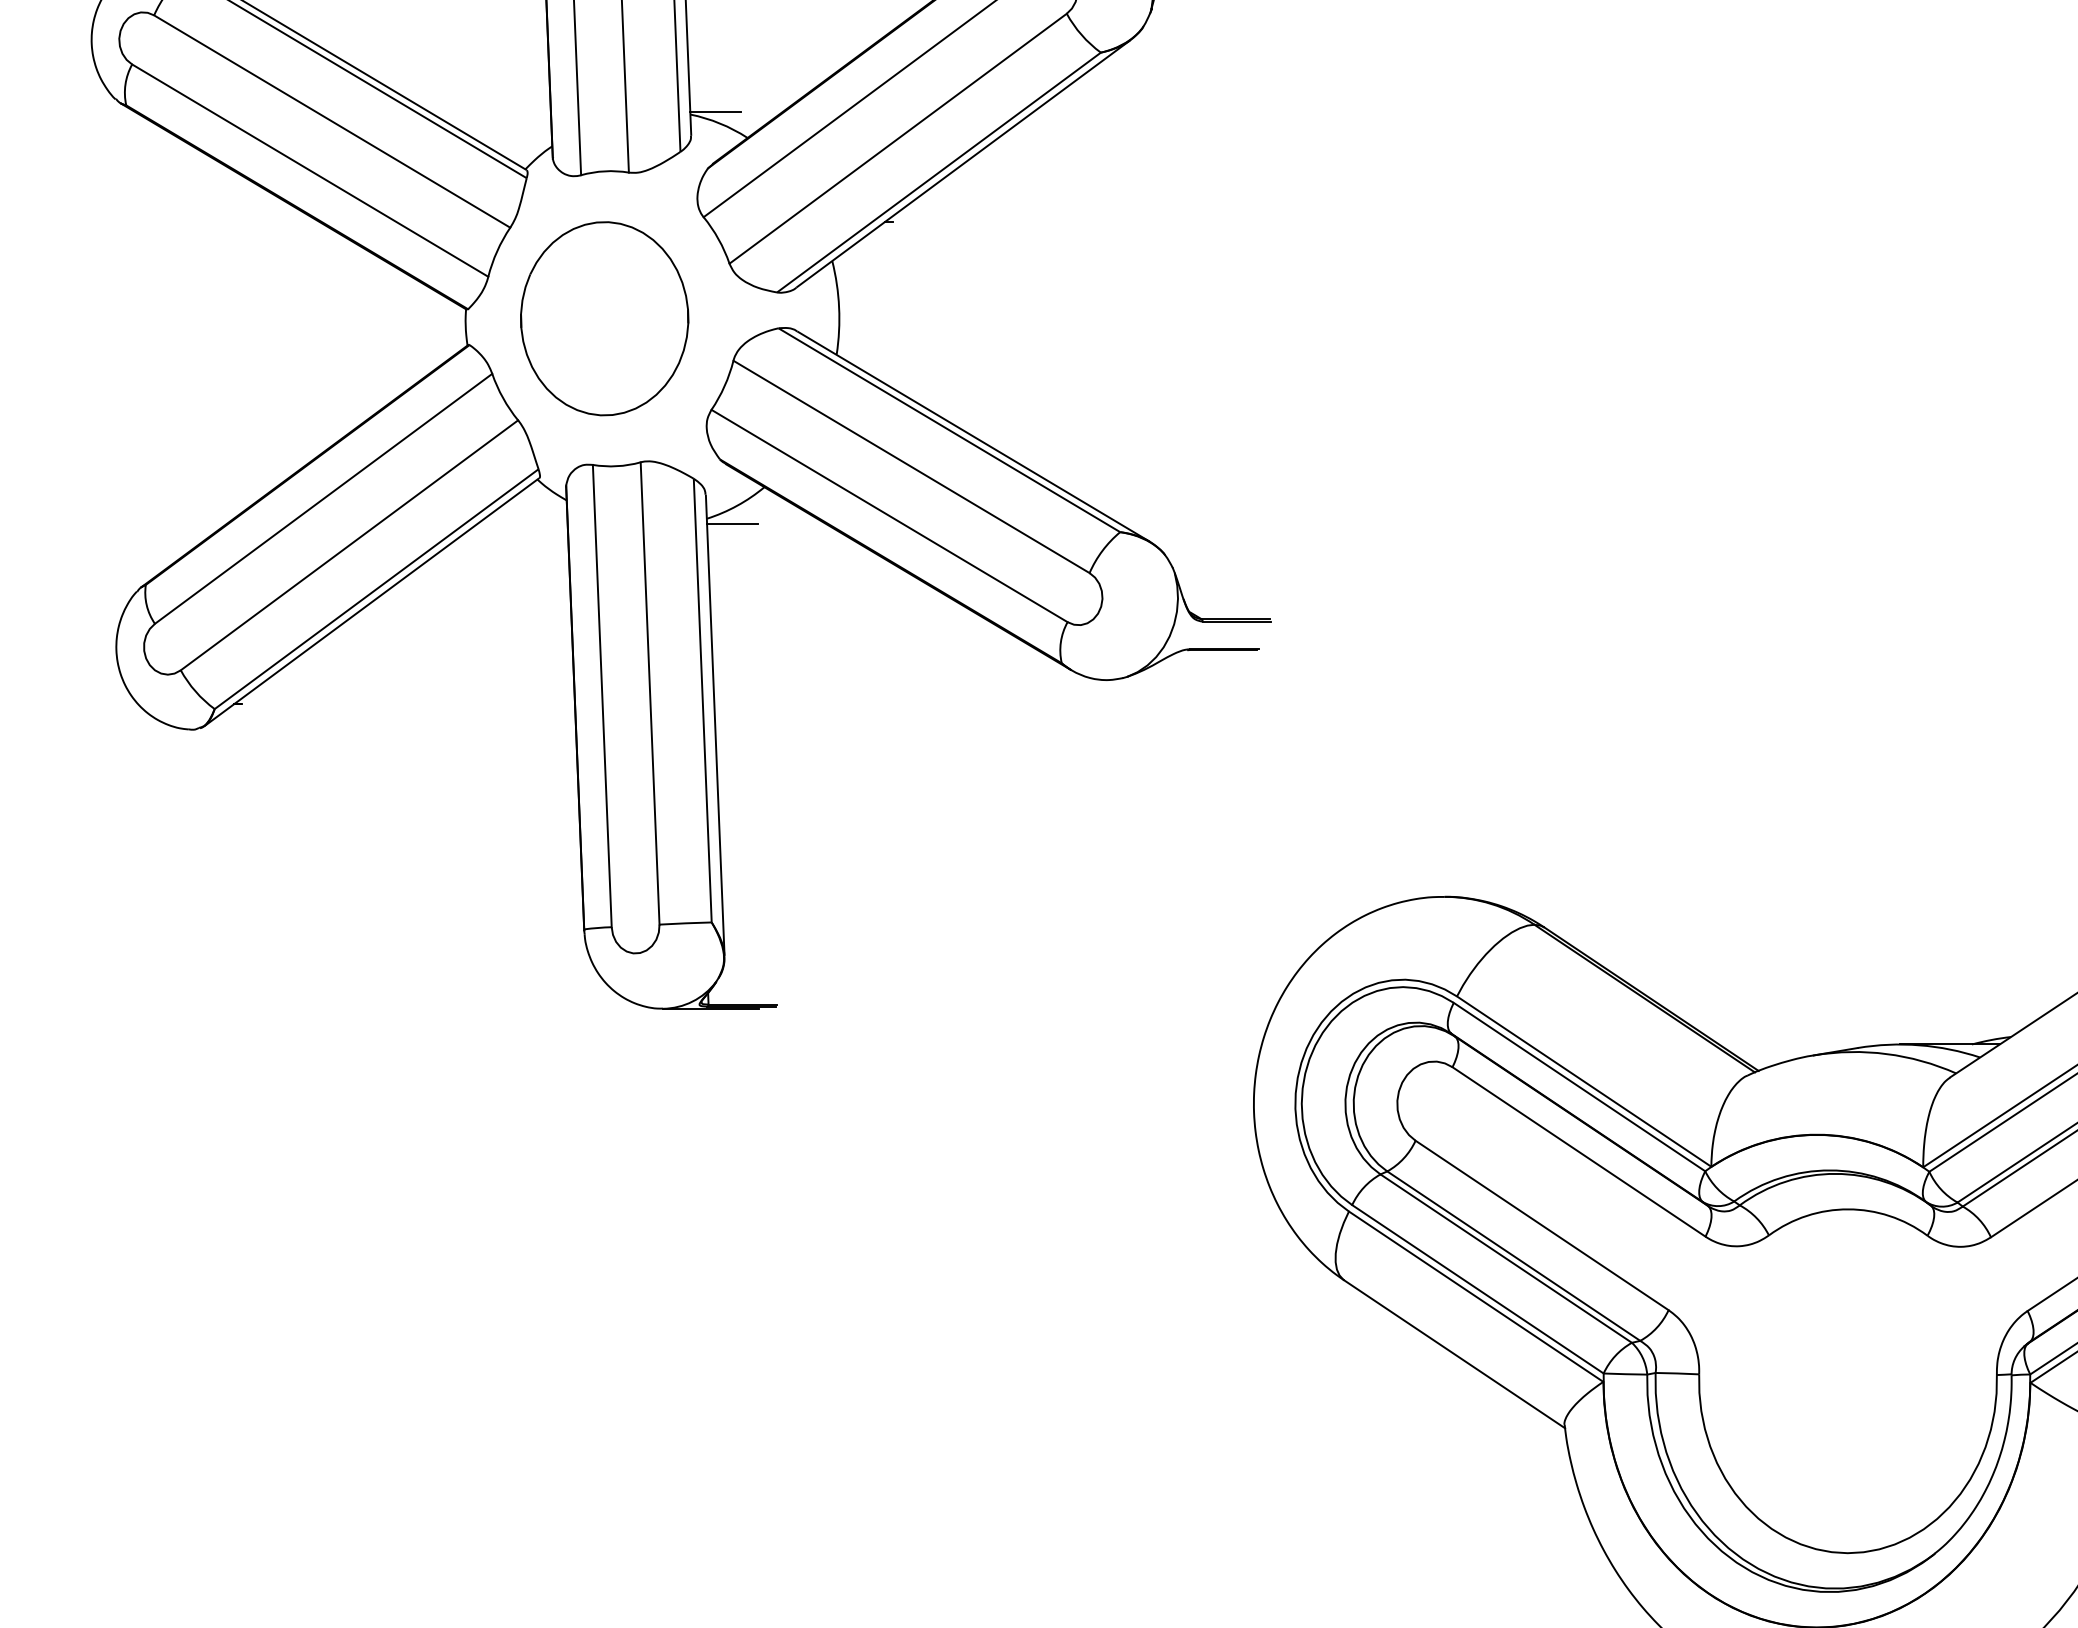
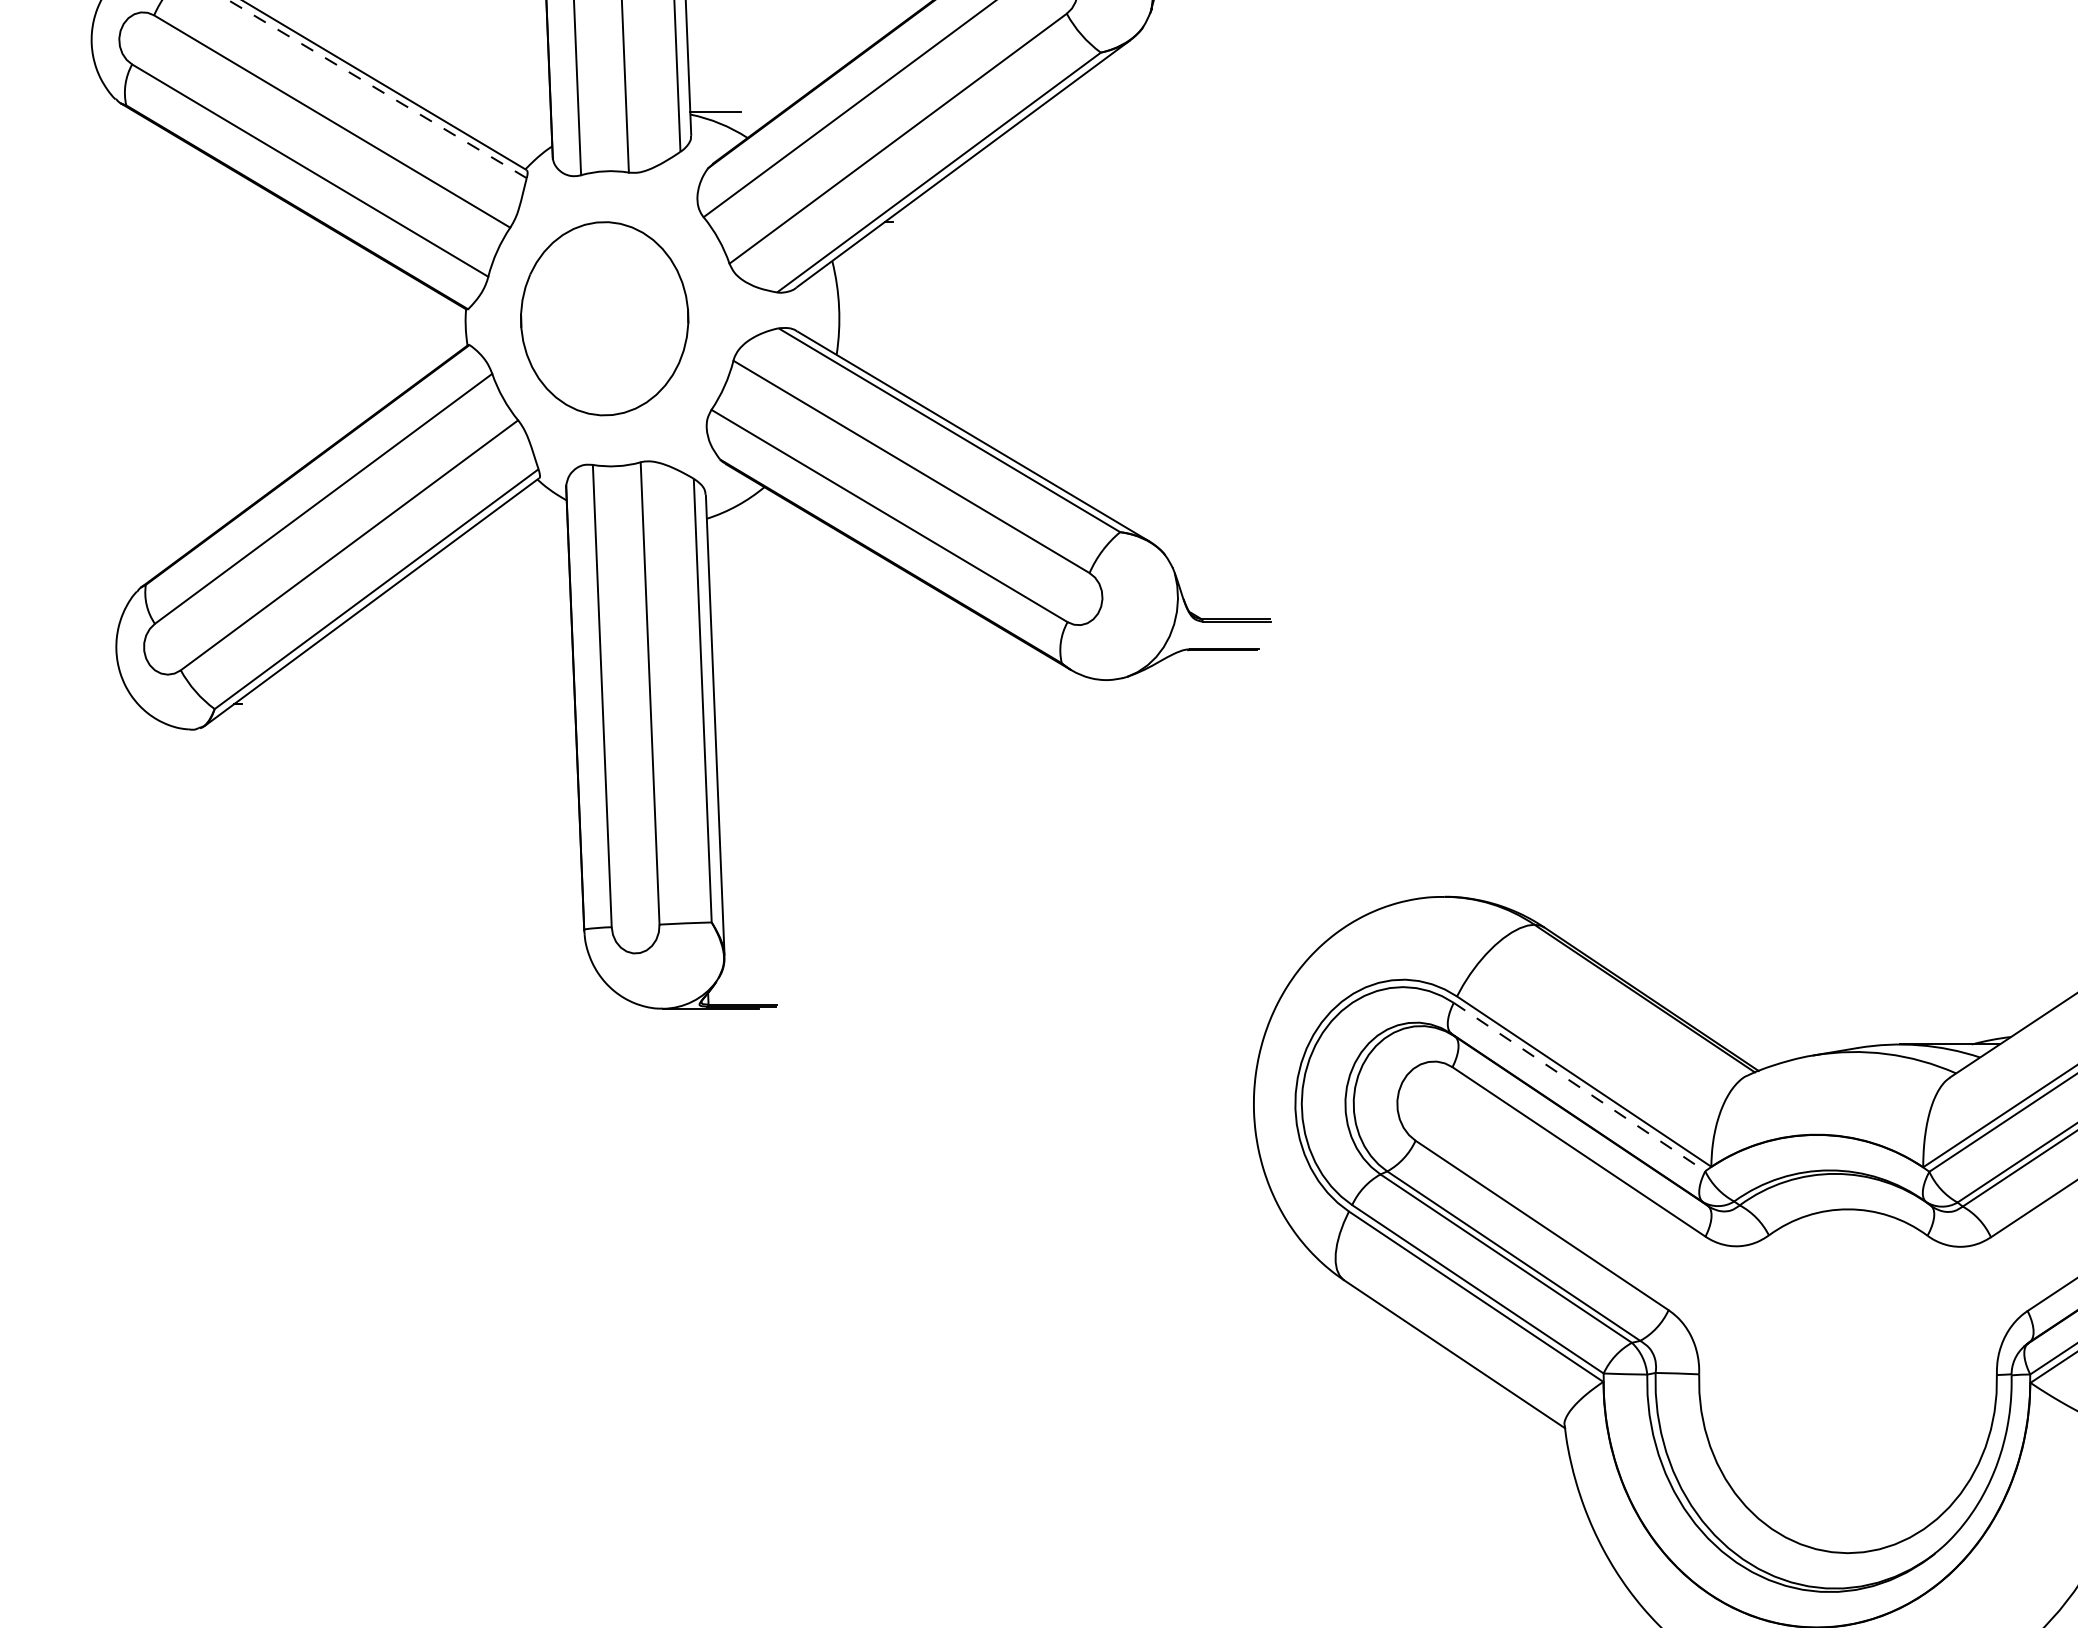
line at (378, 89): solid -> dashed
line at (732, 524): present -> none
line at (1579, 1087): solid -> dashed
